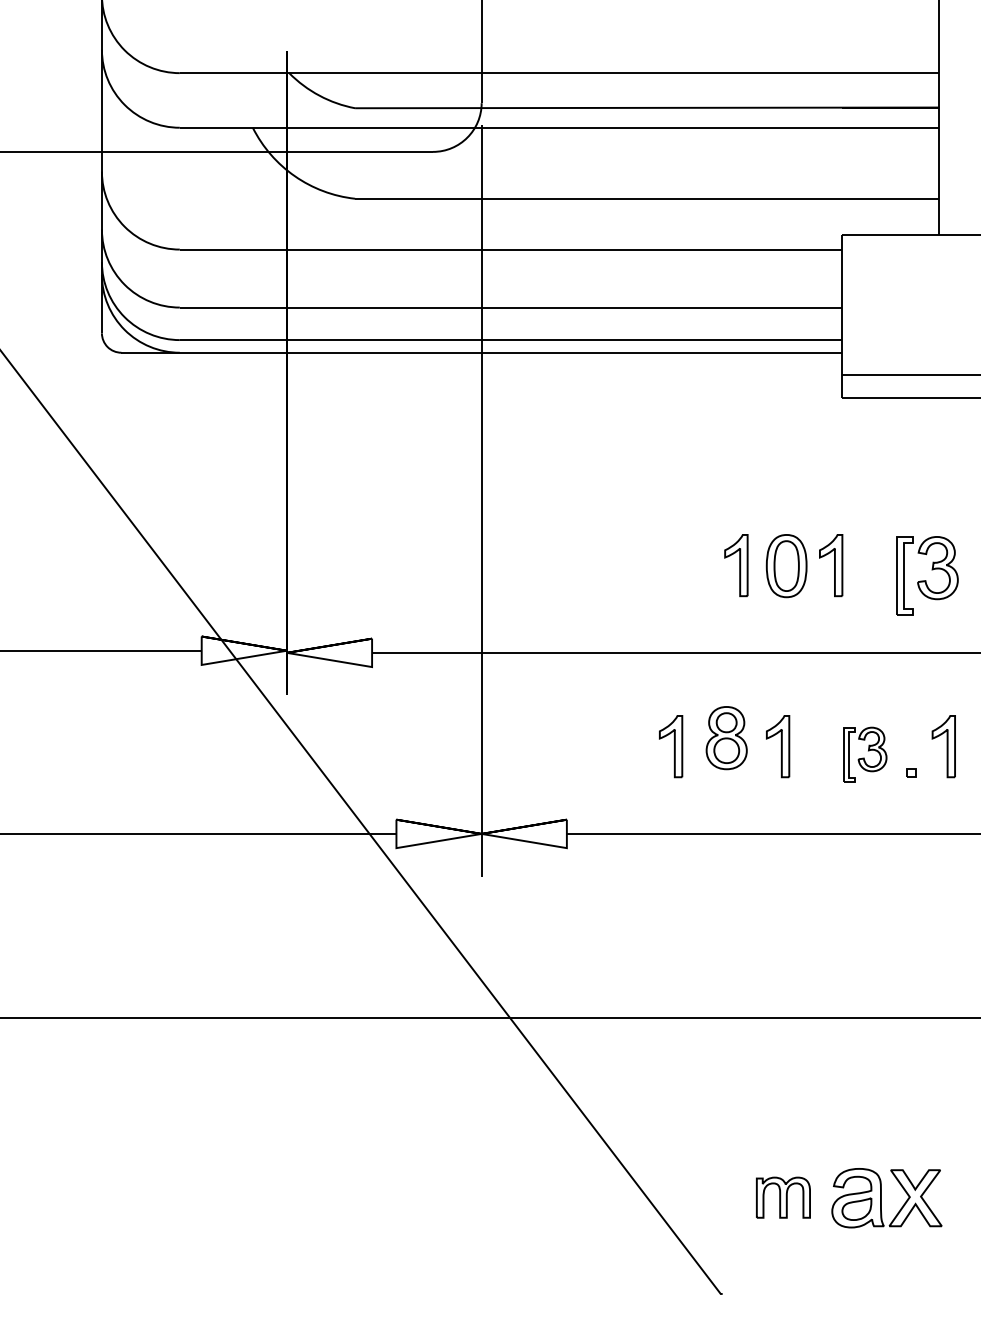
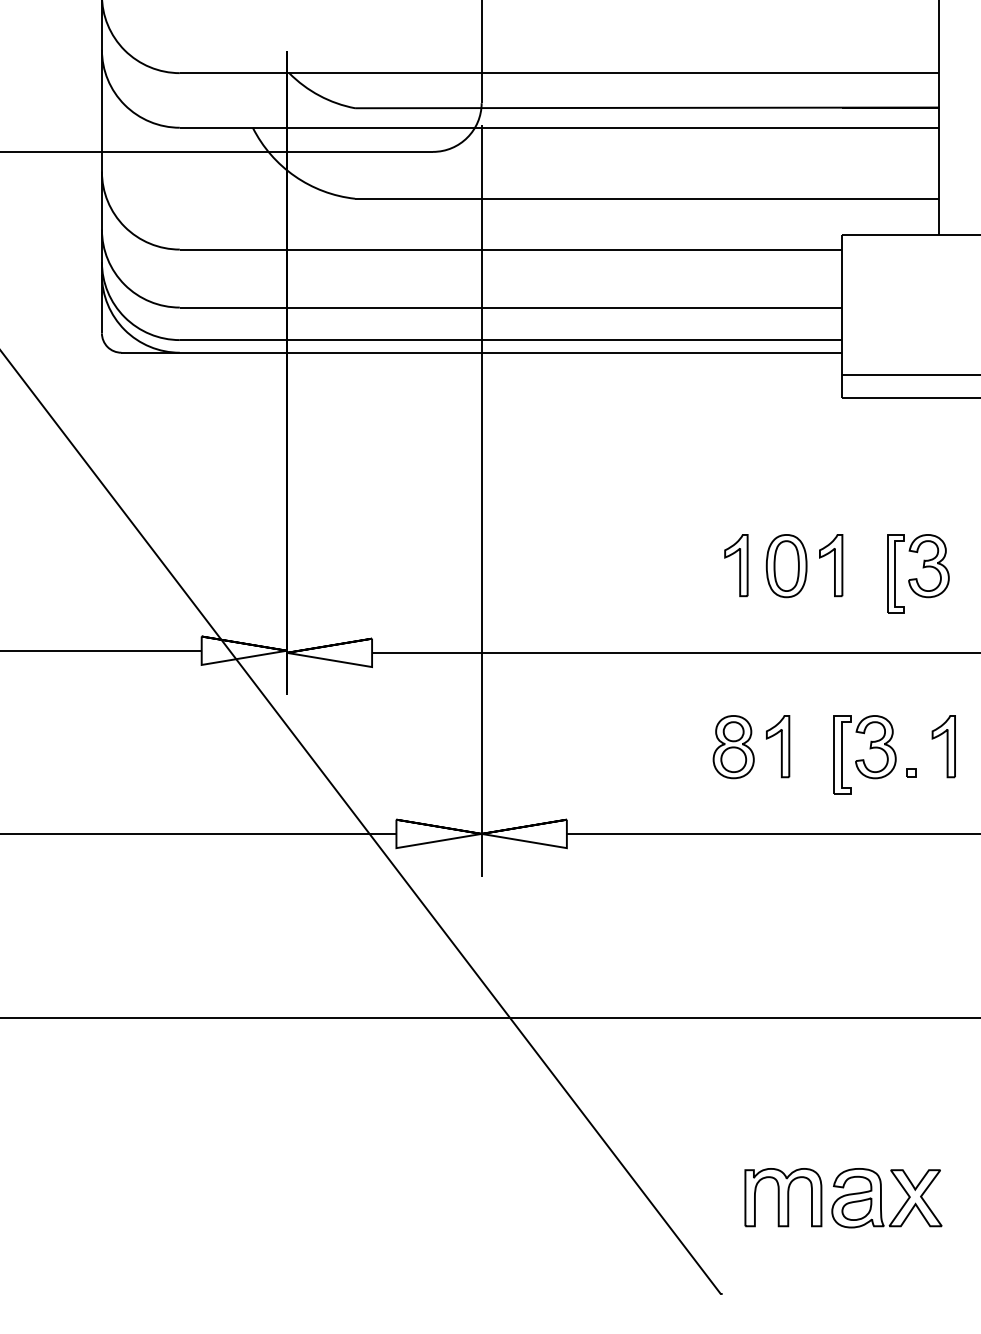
part at (927, 575) position: (927, 575) -> (918, 573)
part at (726, 738) position: (726, 738) -> (733, 747)
part at (671, 746): present -> none
part at (865, 754) size: 45x57 px -> 64x80 px
part at (783, 1197) size: 55x43 px -> 79x60 px
